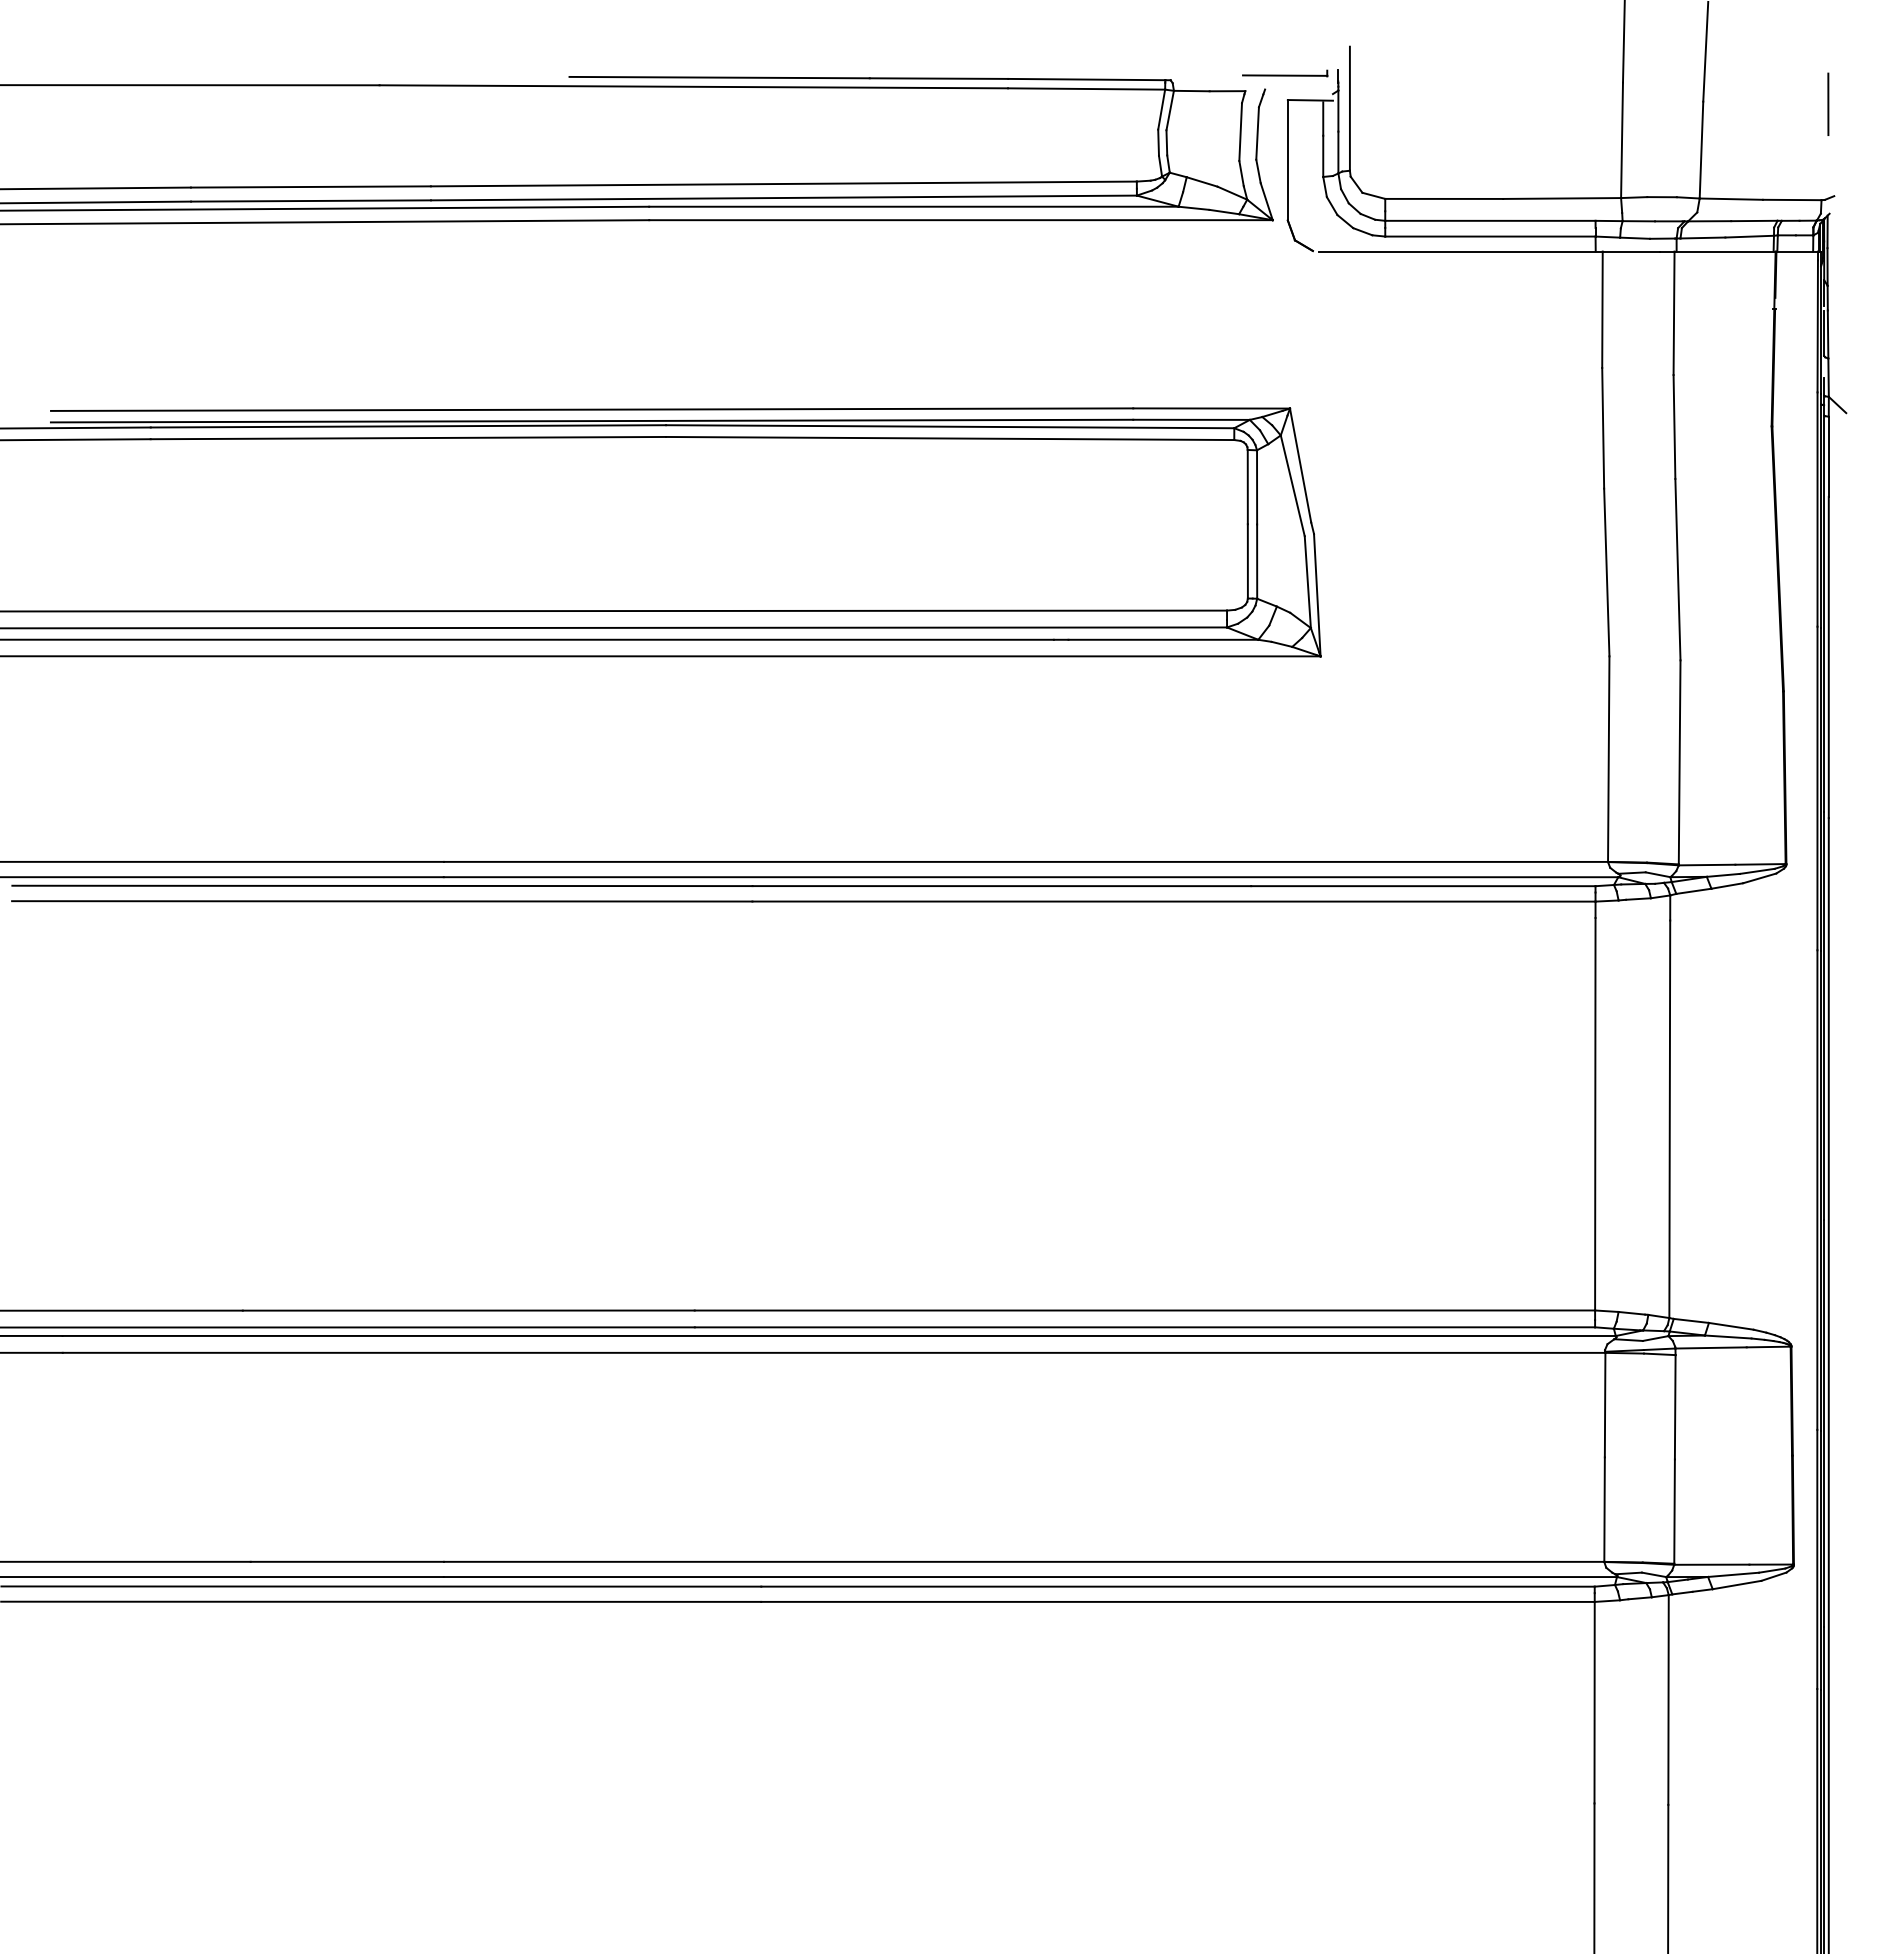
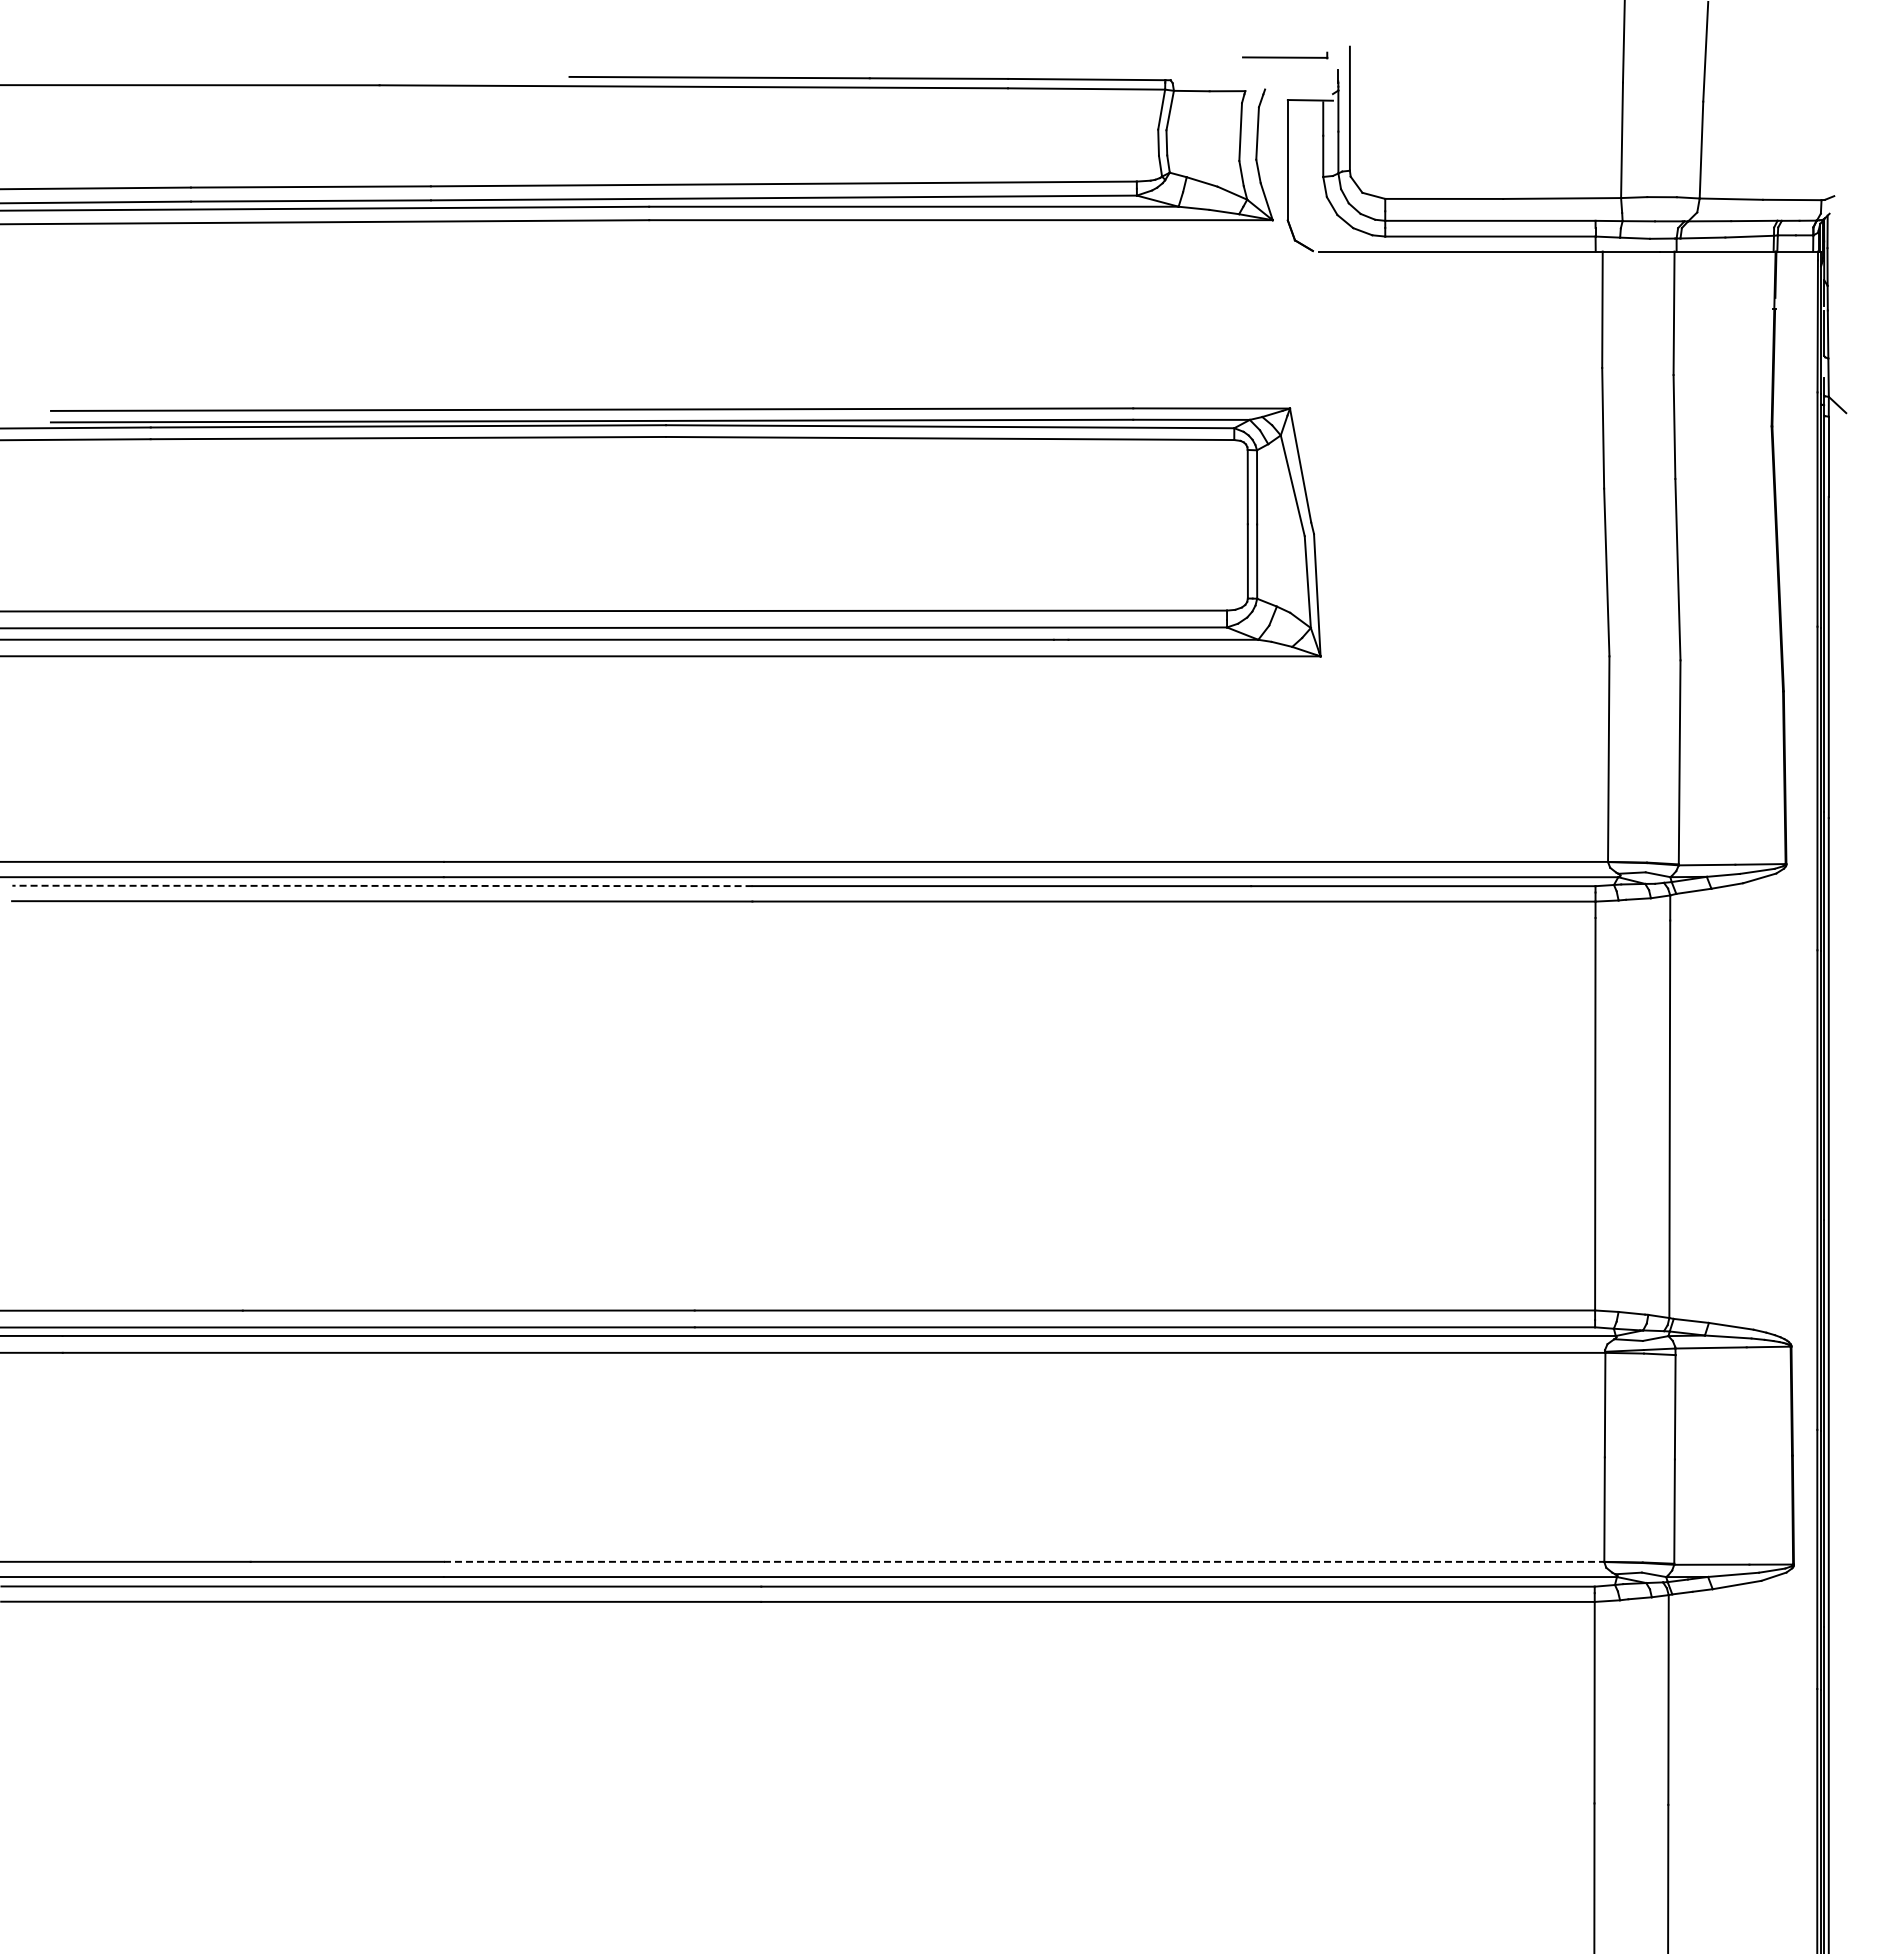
part at (1285, 73) position: (1285, 73) -> (1285, 55)
line at (1828, 104): present -> none
line at (381, 885): solid -> dashed
line at (1024, 1561): solid -> dashed
